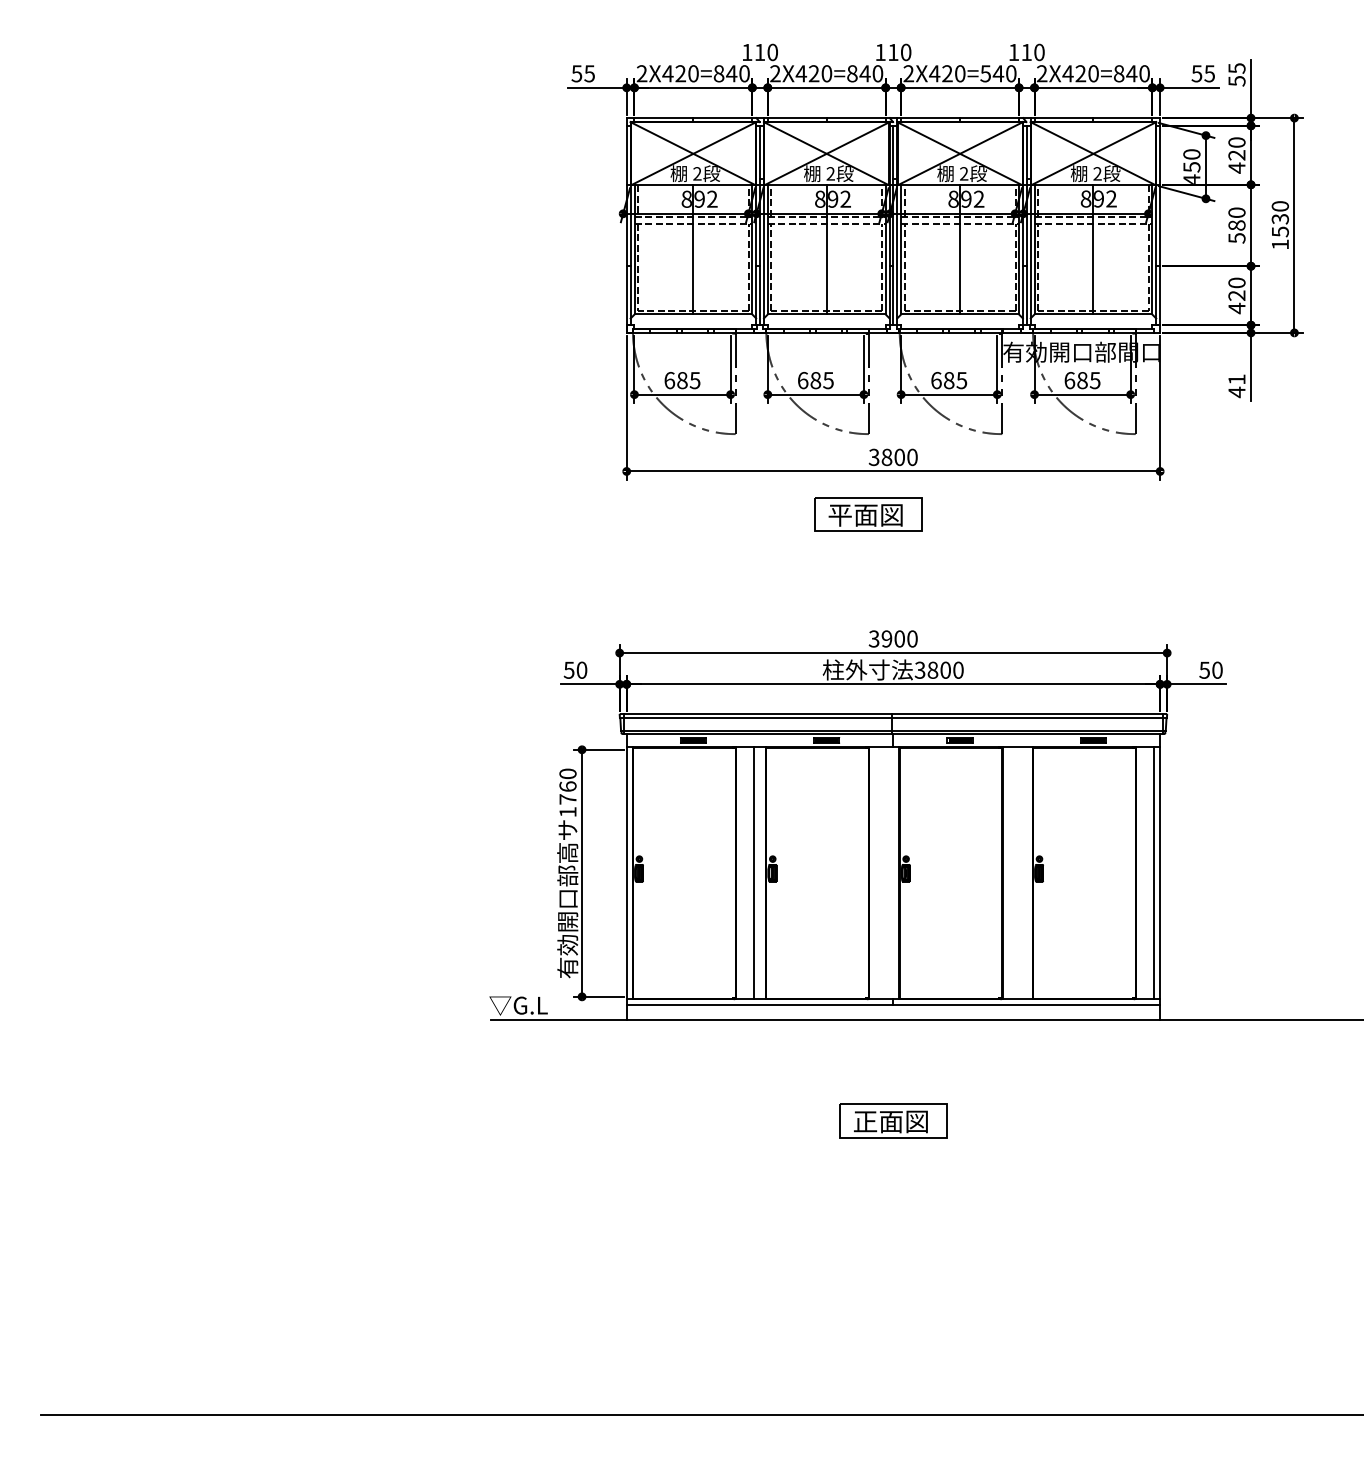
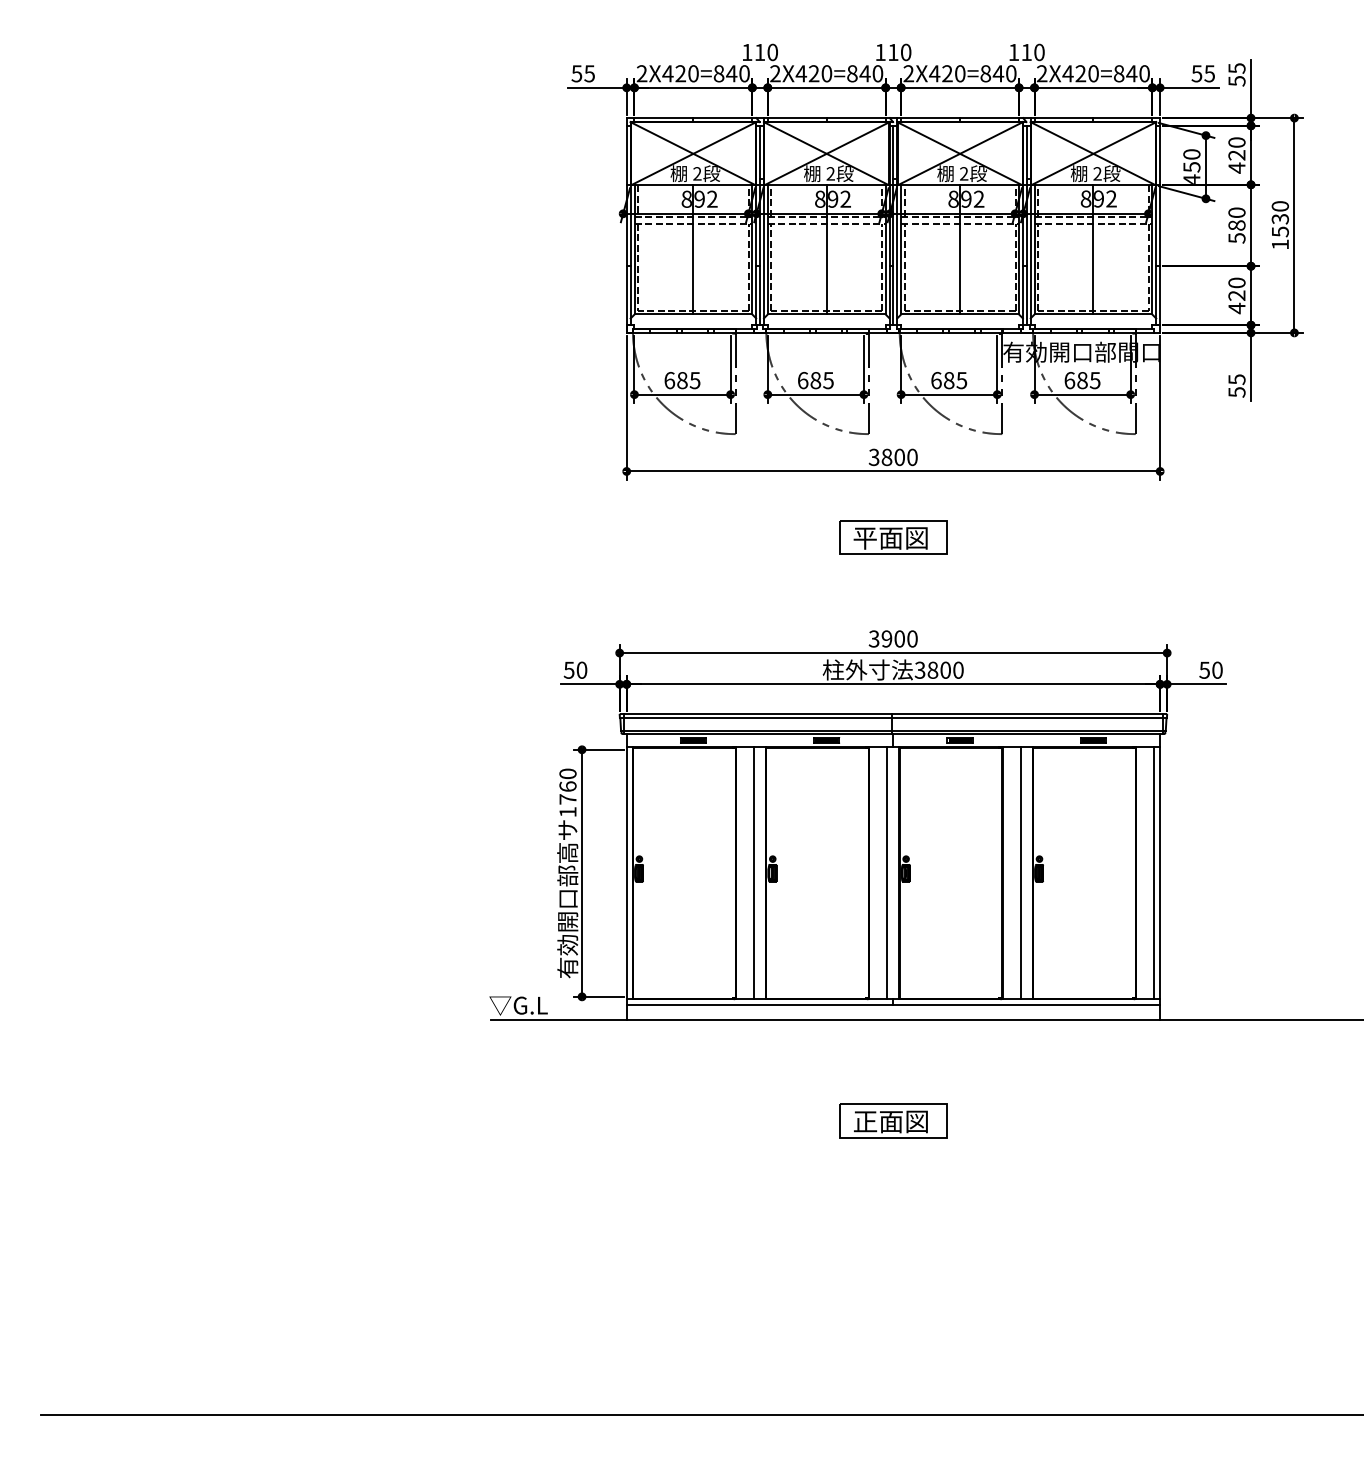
text at (985, 73): 2X420=540 -> 2X420=840
text at (1236, 386): 41 -> 55
part at (868, 514) position: (868, 514) -> (893, 537)
line at (887, 873): none -> present
line at (1020, 873): none -> present
